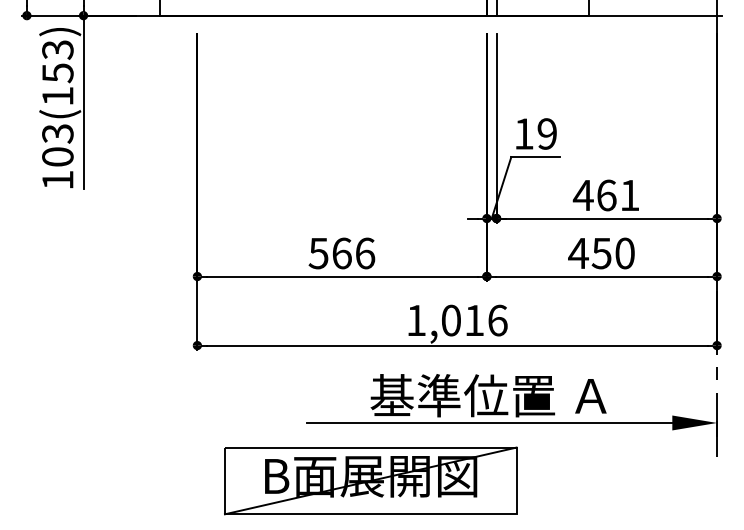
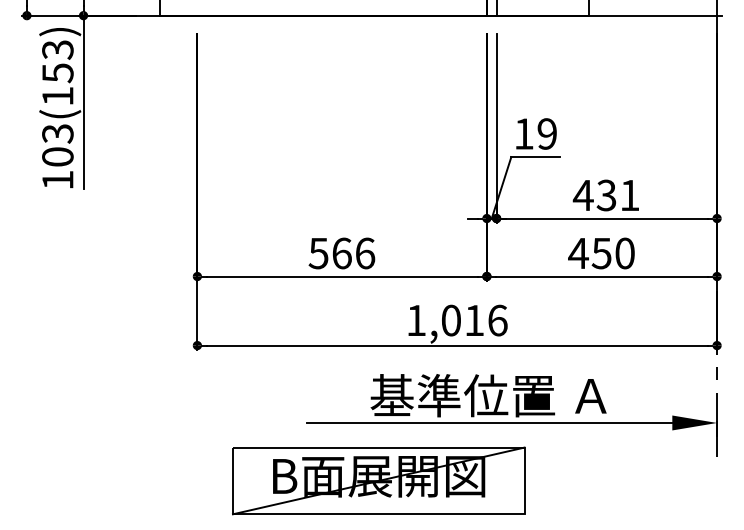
text at (606, 195): 461 -> 431
part at (370, 480) position: (370, 480) -> (378, 480)
